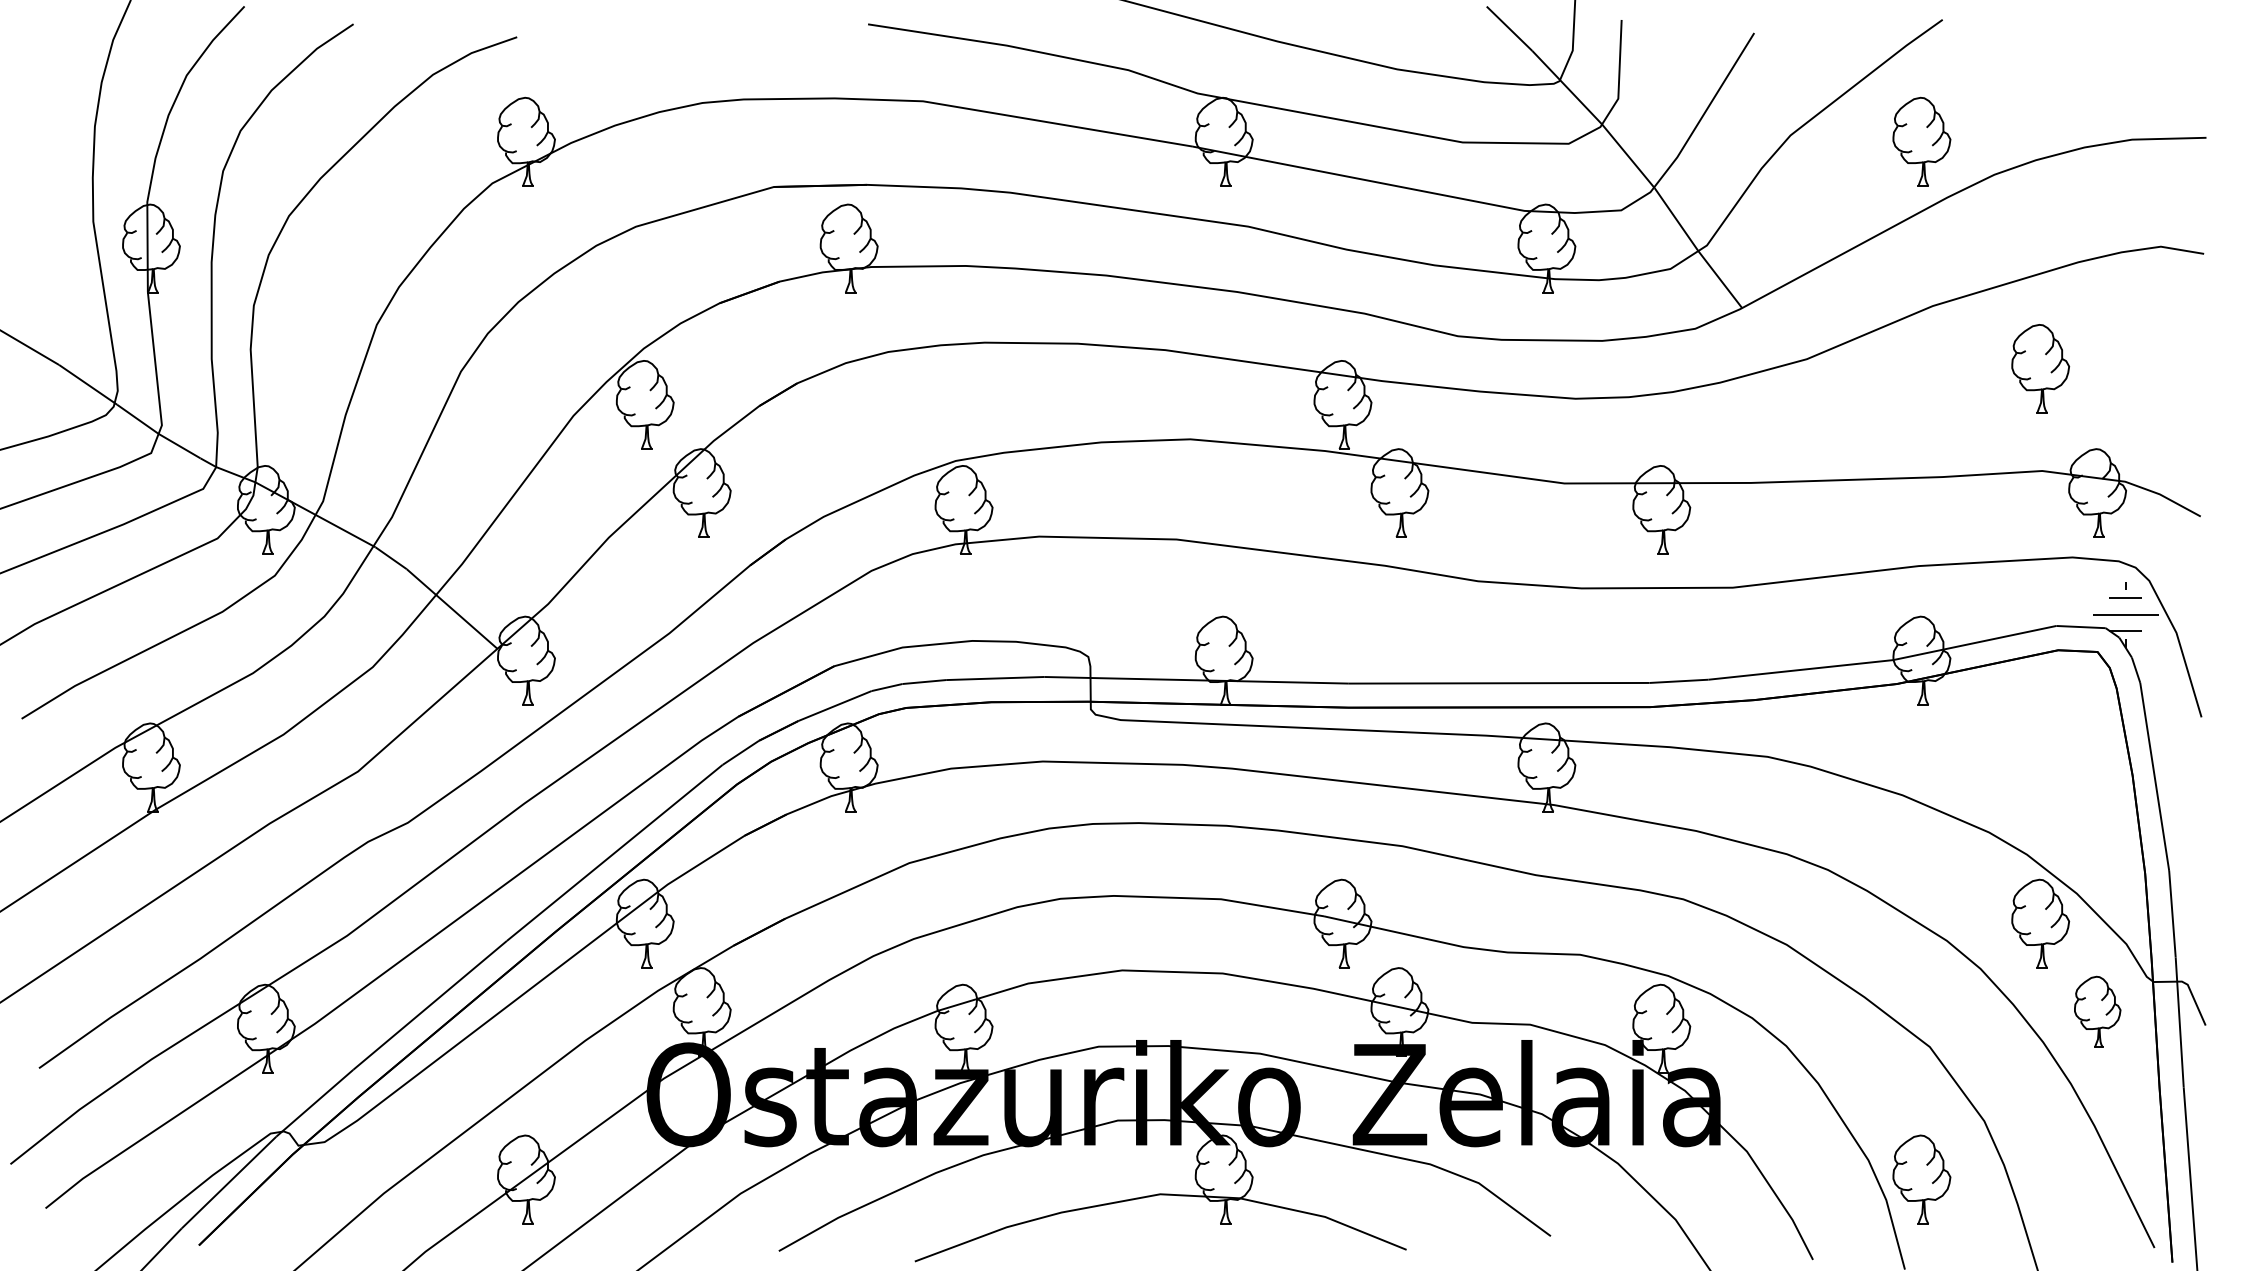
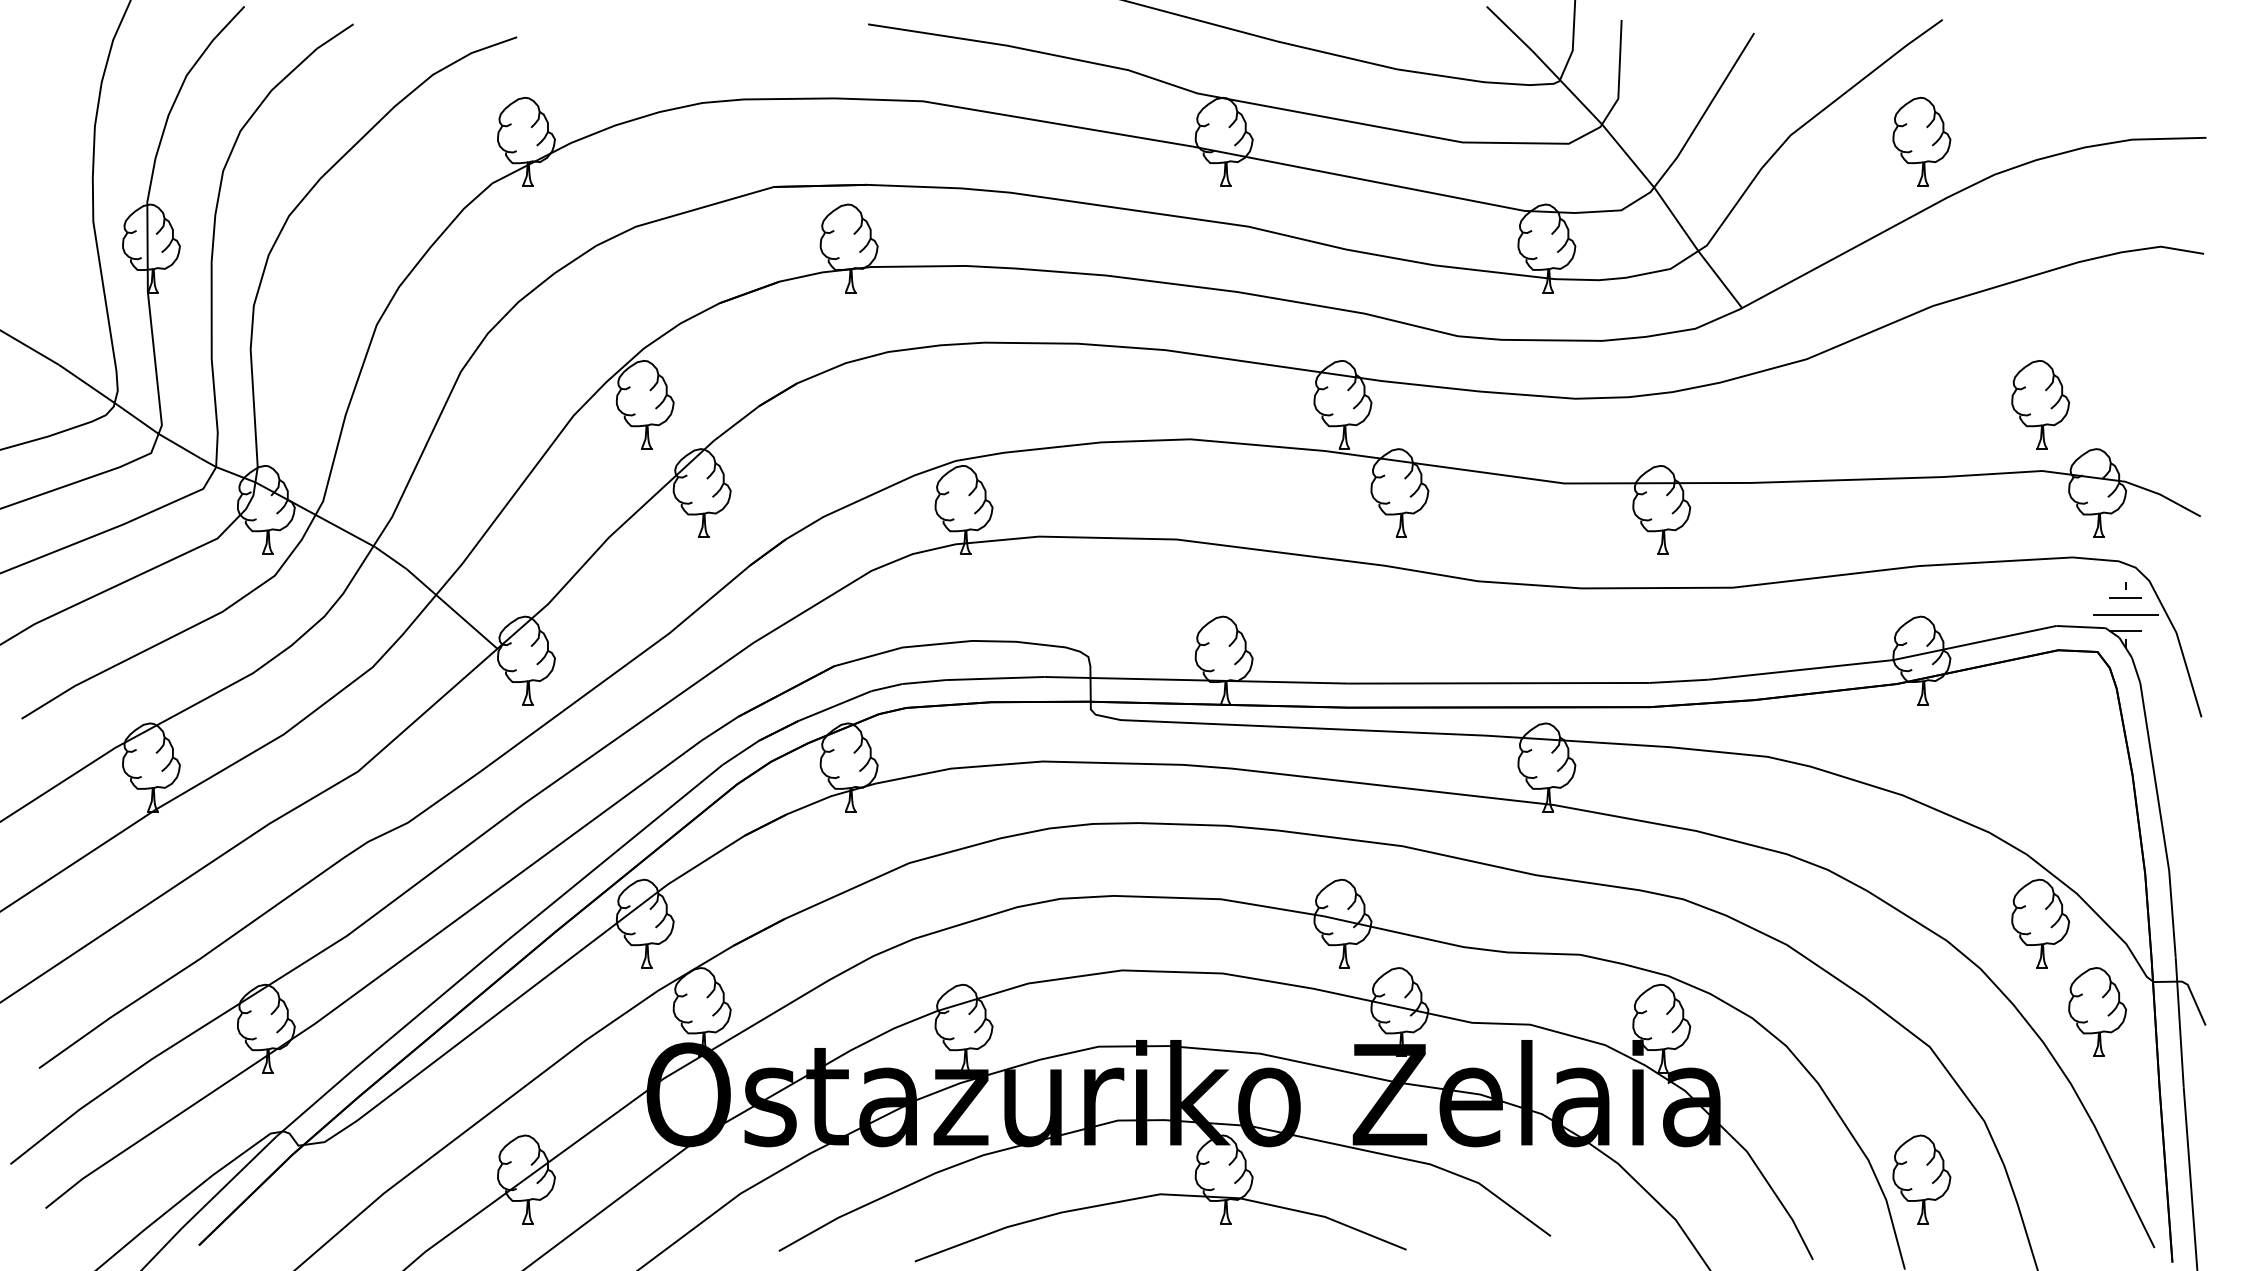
part at (2040, 368) position: (2040, 368) -> (2040, 404)
part at (2097, 1011) size: 48x73 px -> 60x90 px
